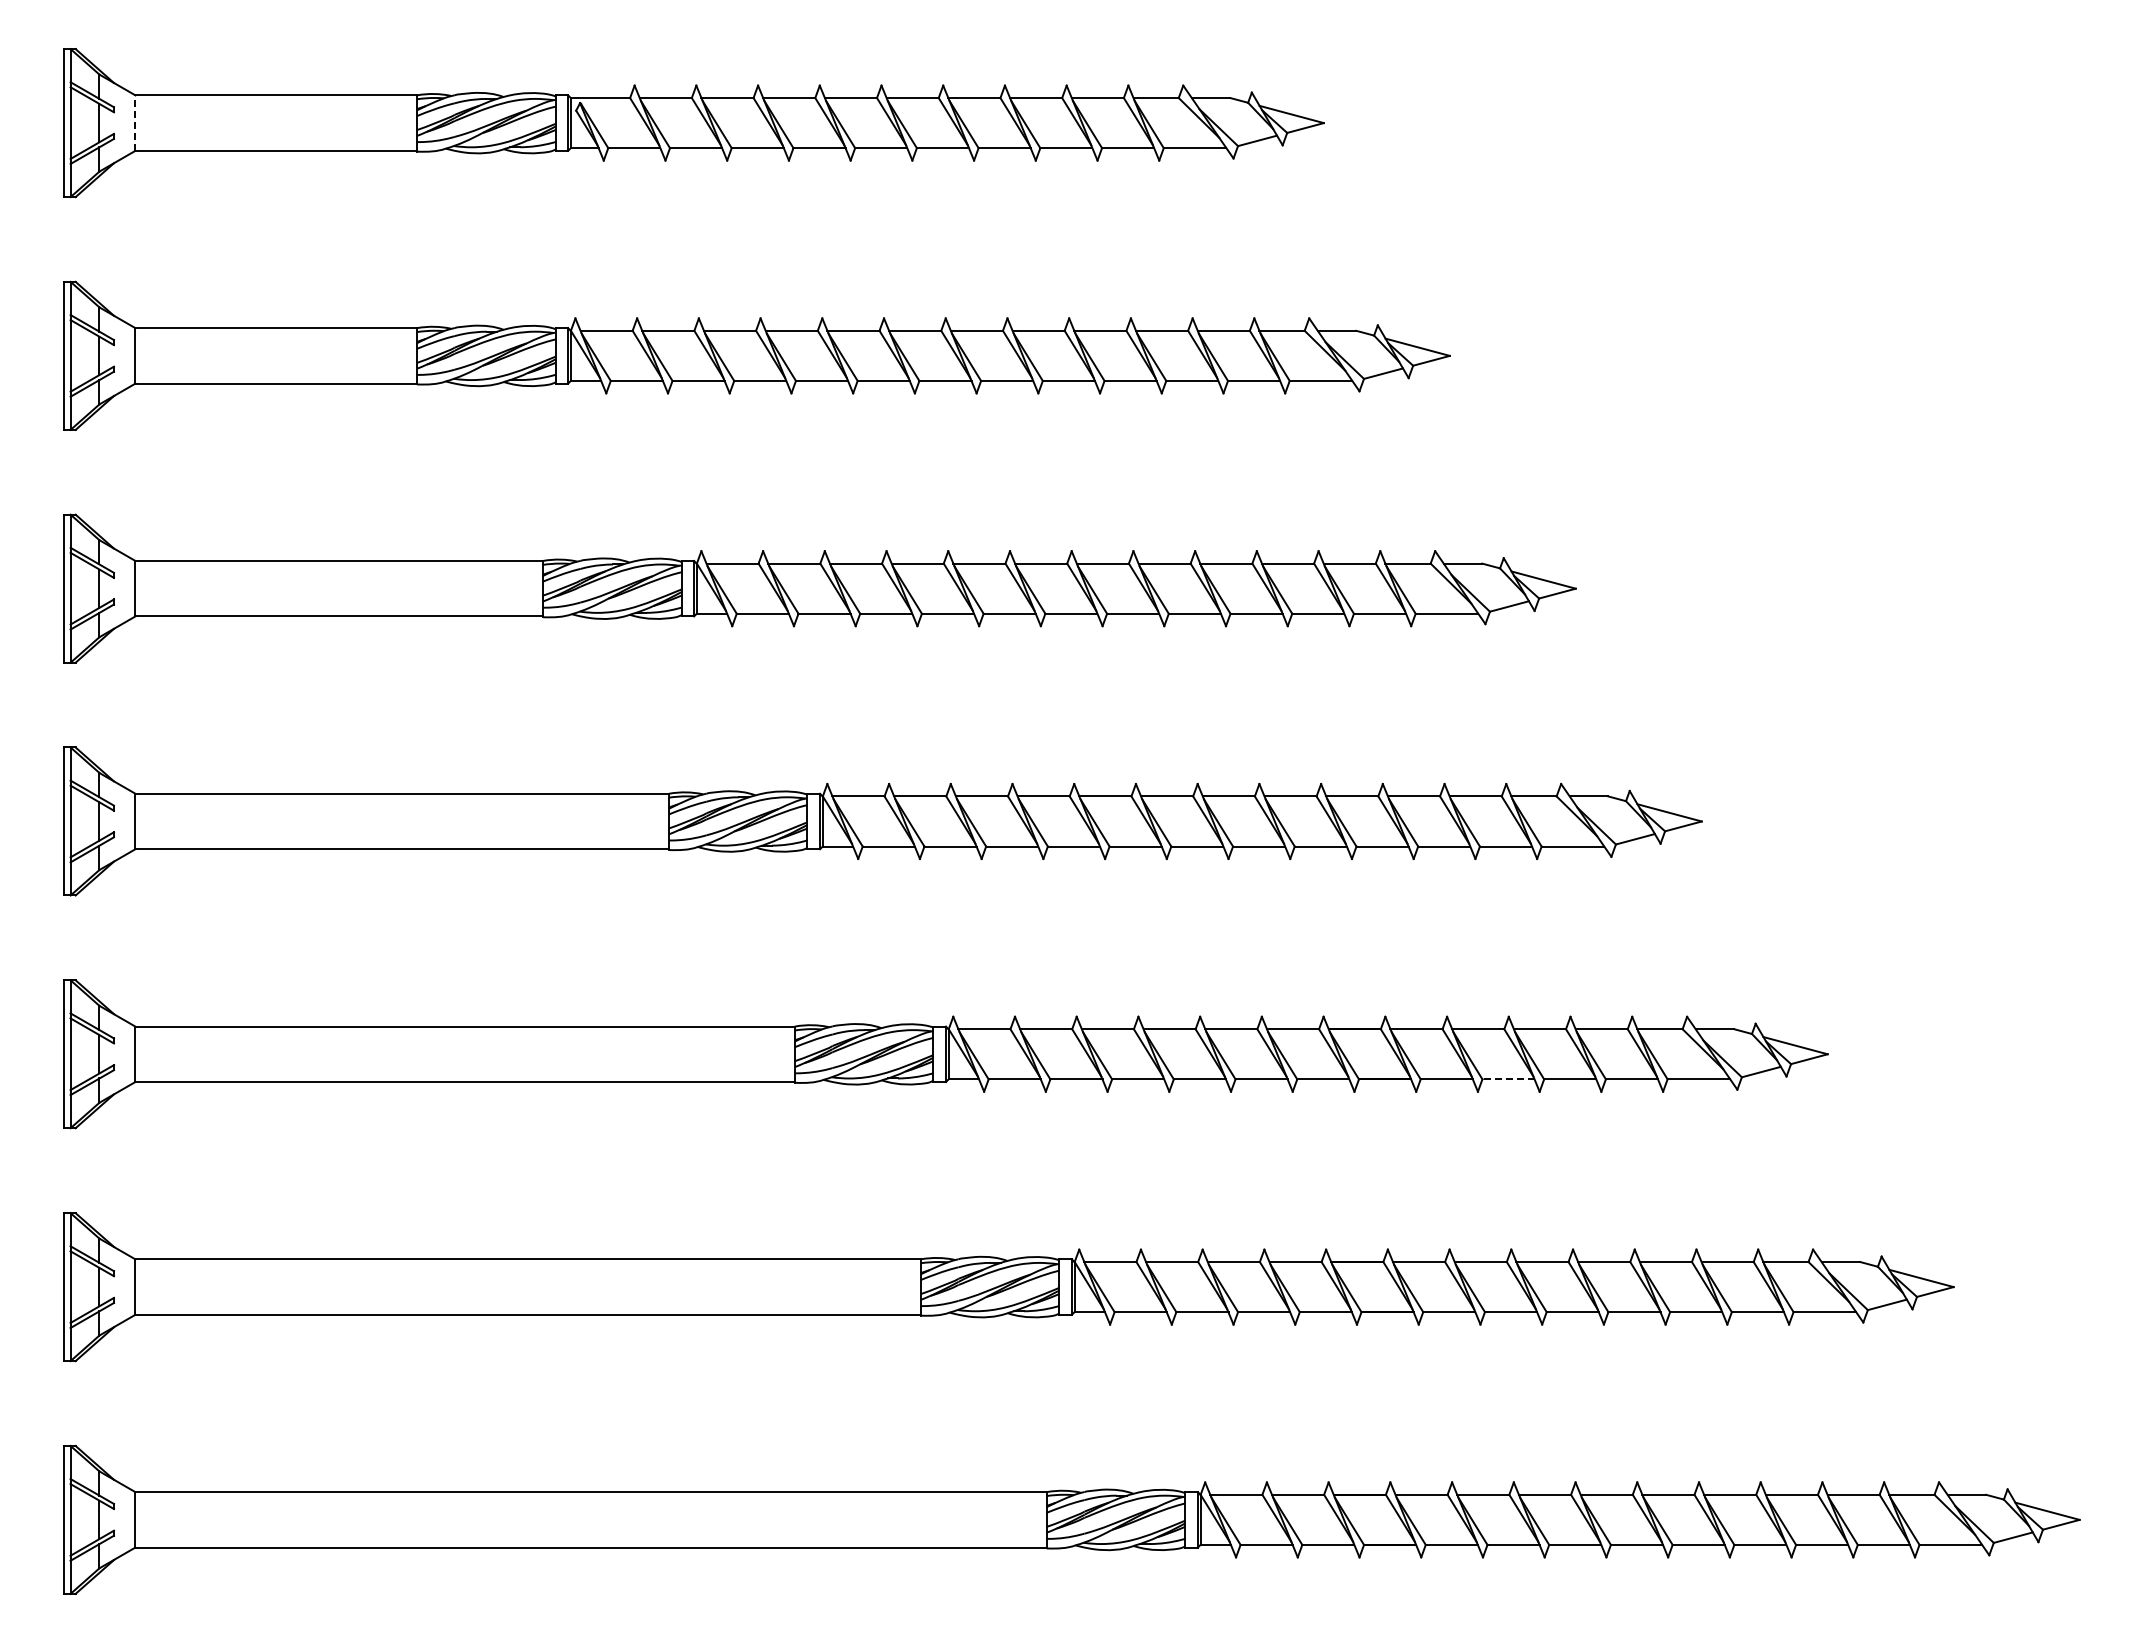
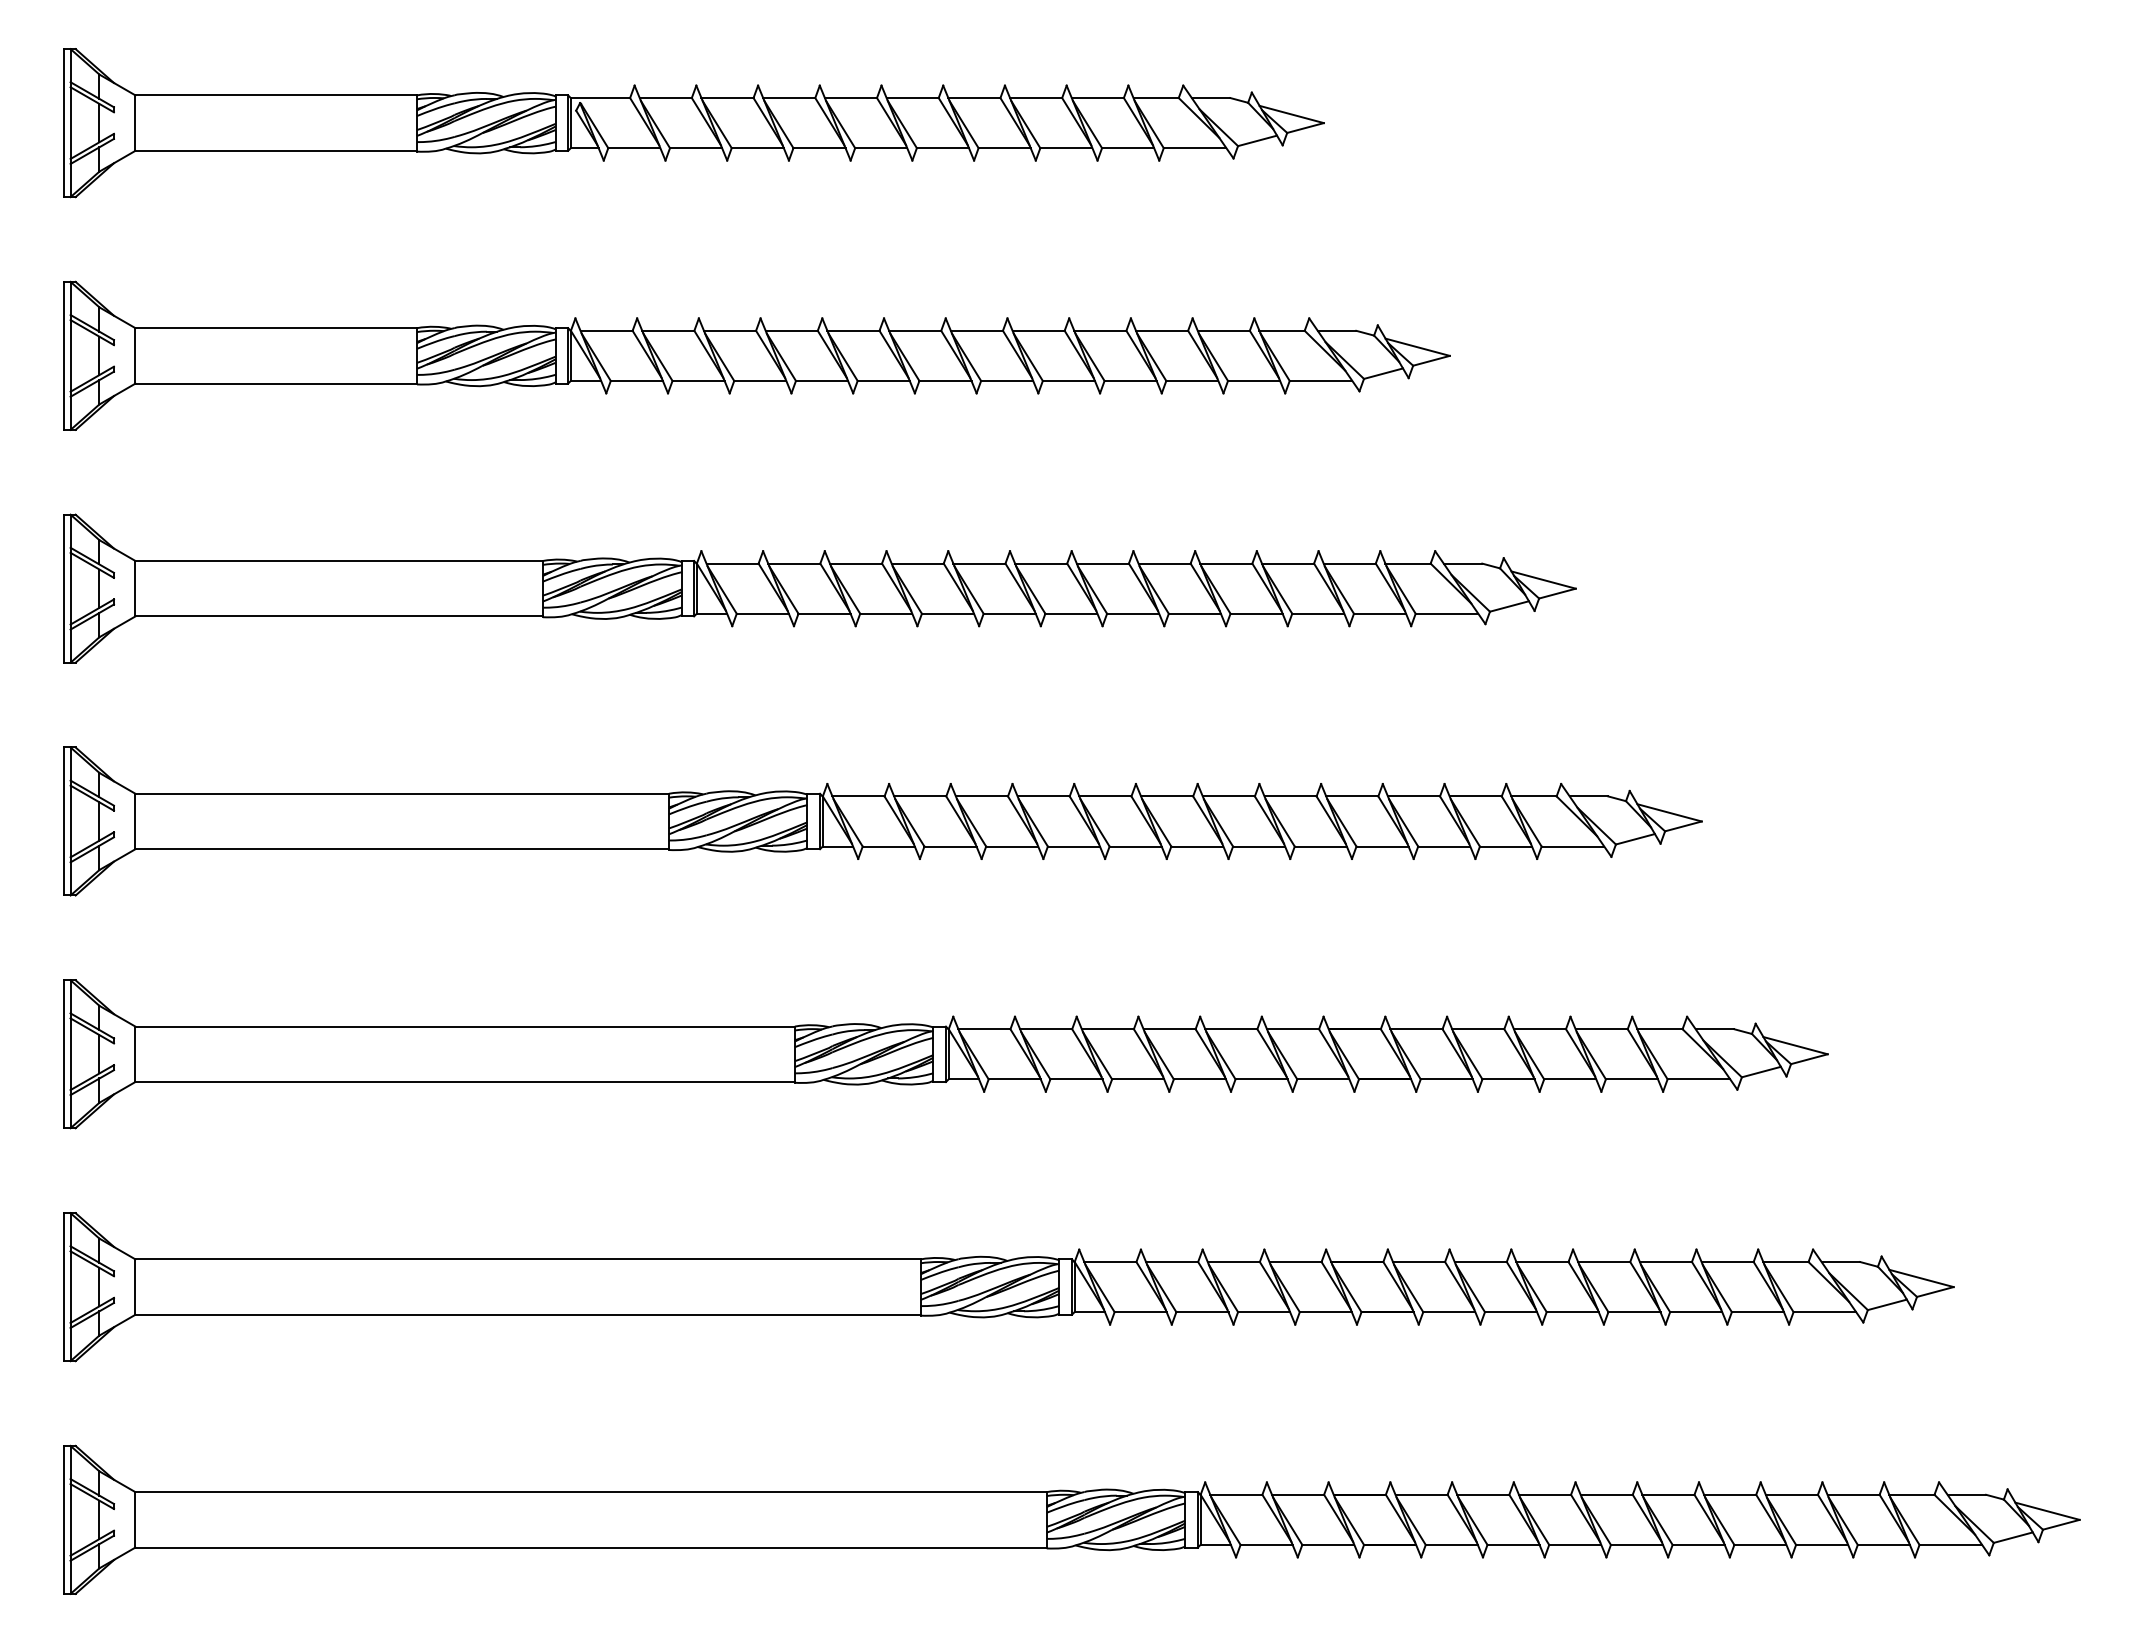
line at (135, 123): dashed -> solid
line at (1508, 1079): dashed -> solid
